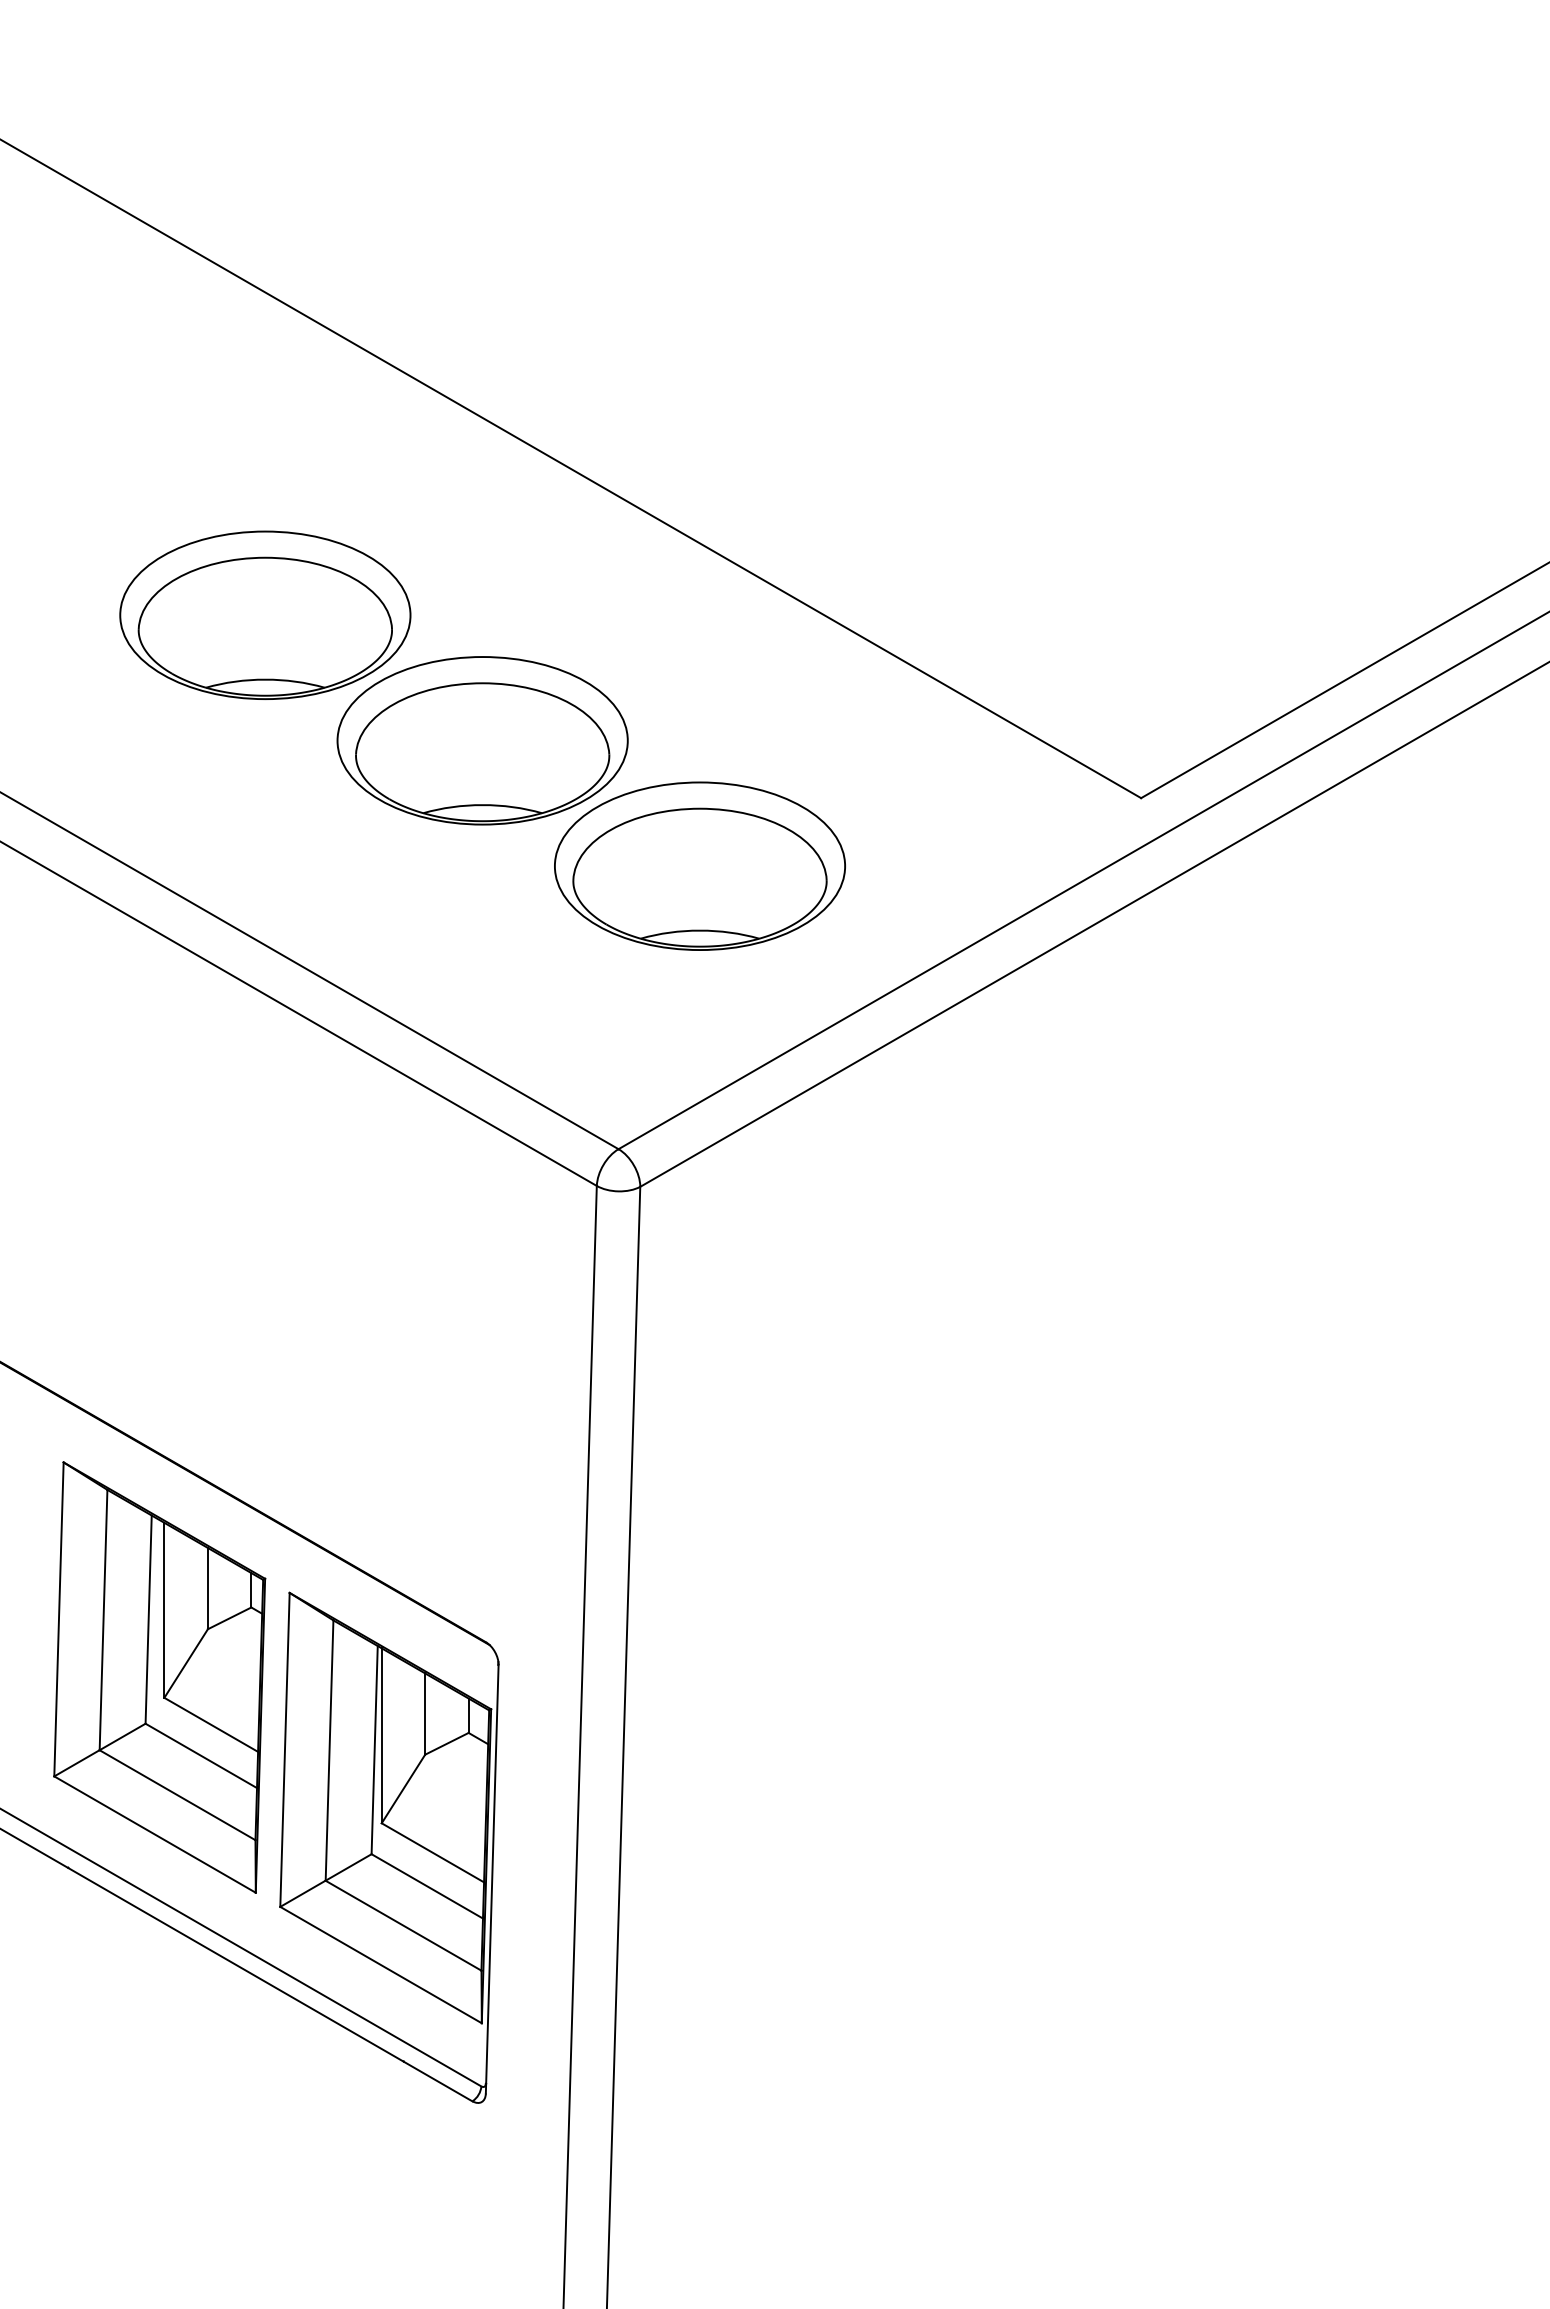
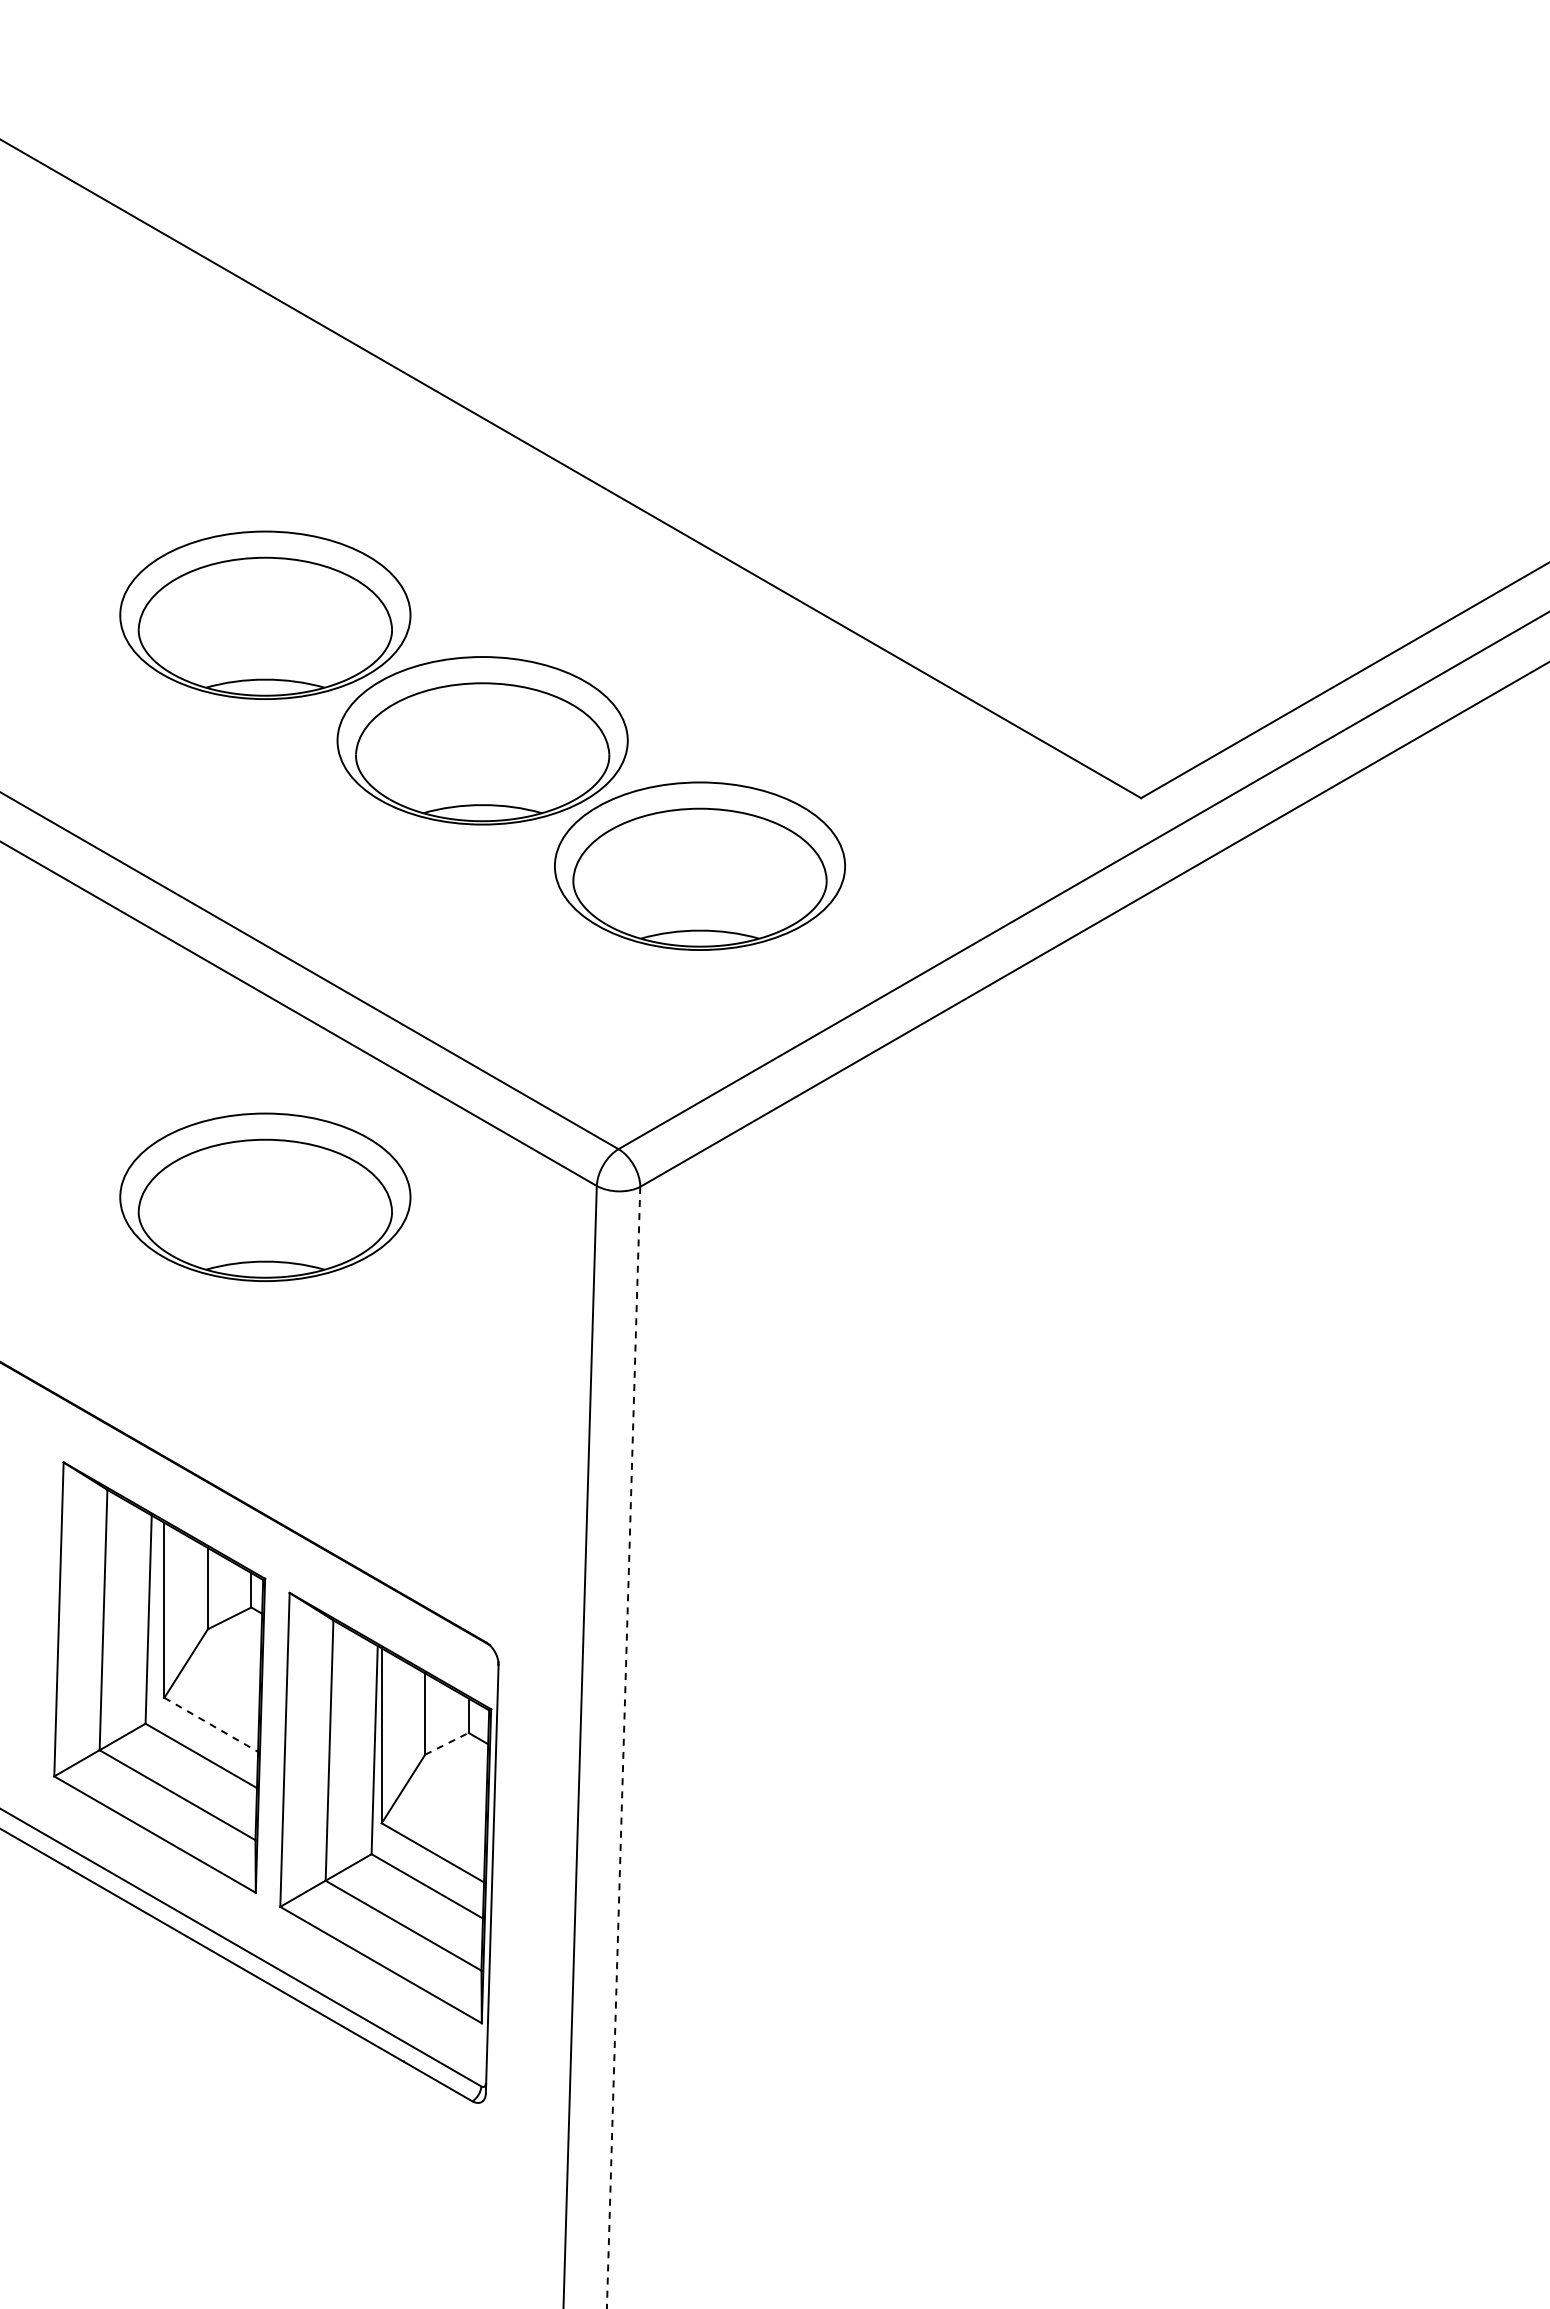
part at (265, 1196): none -> present
line at (211, 1725): solid -> dashed
line at (447, 1743): solid -> dashed
line at (623, 1747): solid -> dashed
